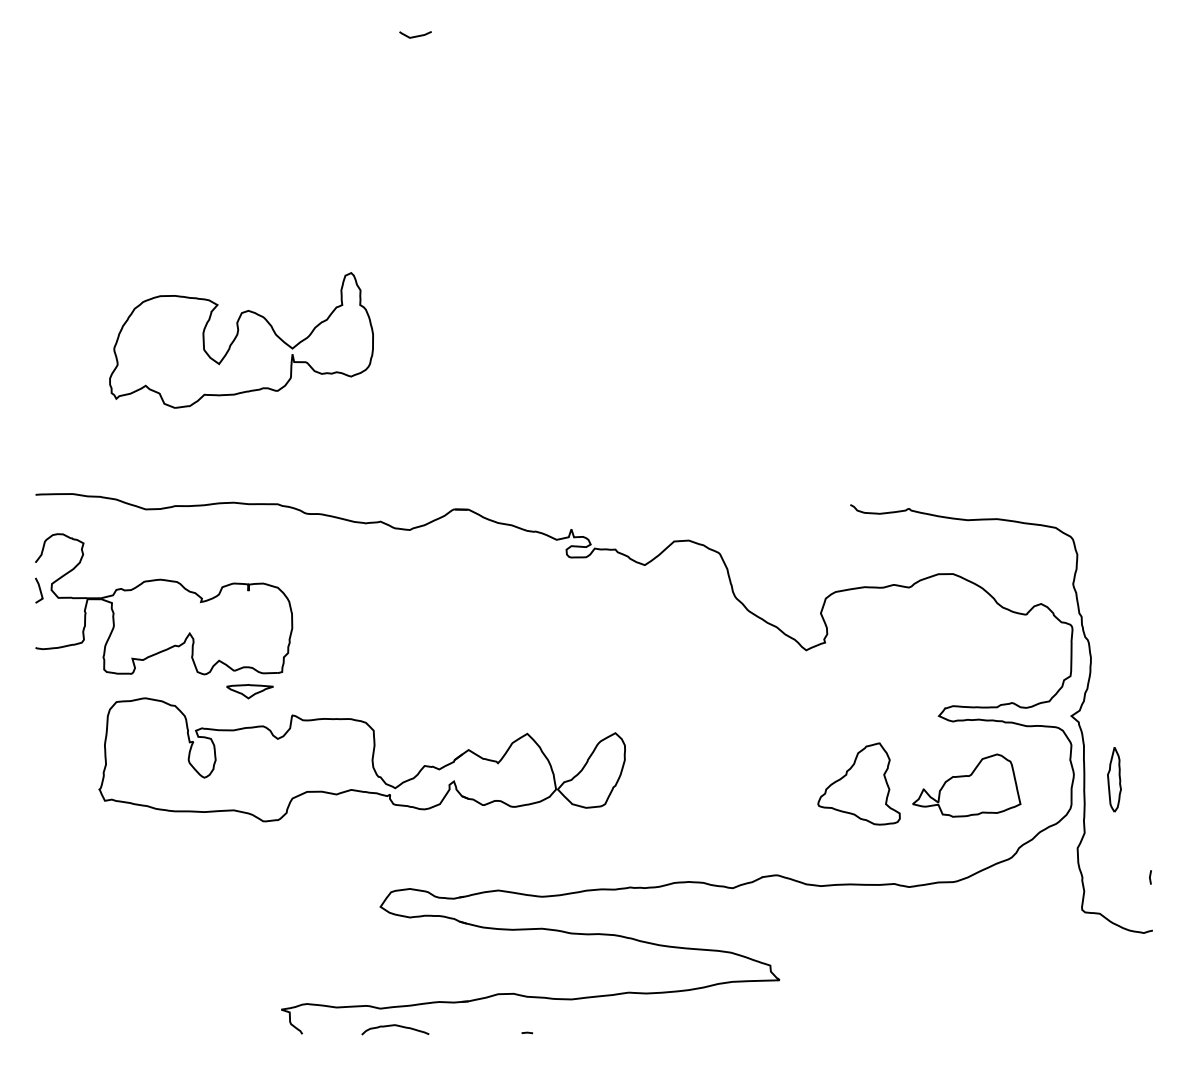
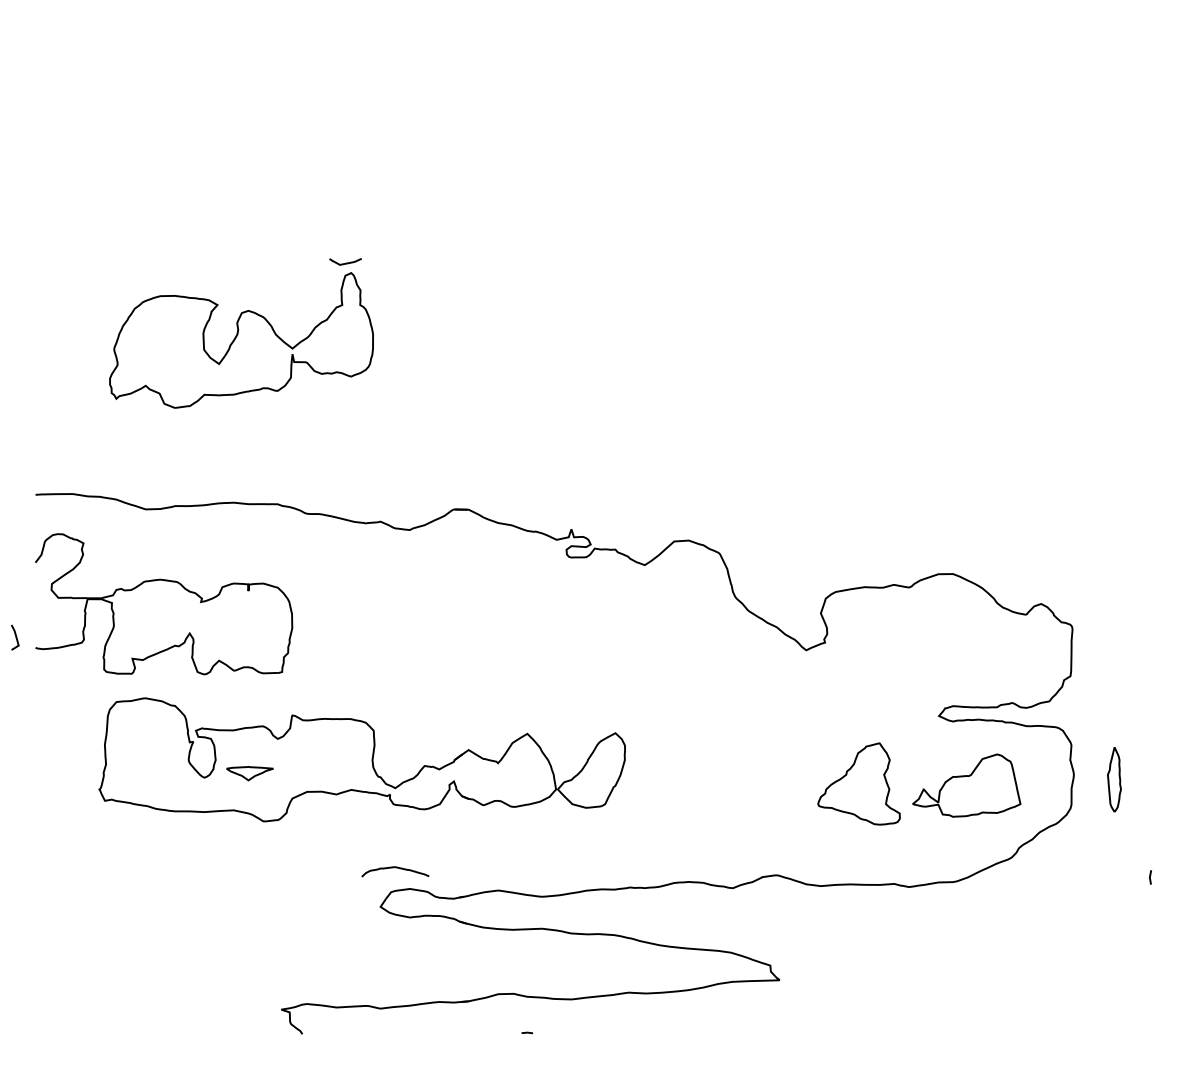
curve at (415, 35) position: (415, 35) -> (345, 262)
curve at (39, 590) position: (39, 590) -> (15, 637)
part at (249, 691) position: (249, 691) -> (249, 773)
curve at (1070, 716): present -> none
curve at (395, 1026) position: (395, 1026) -> (395, 868)
